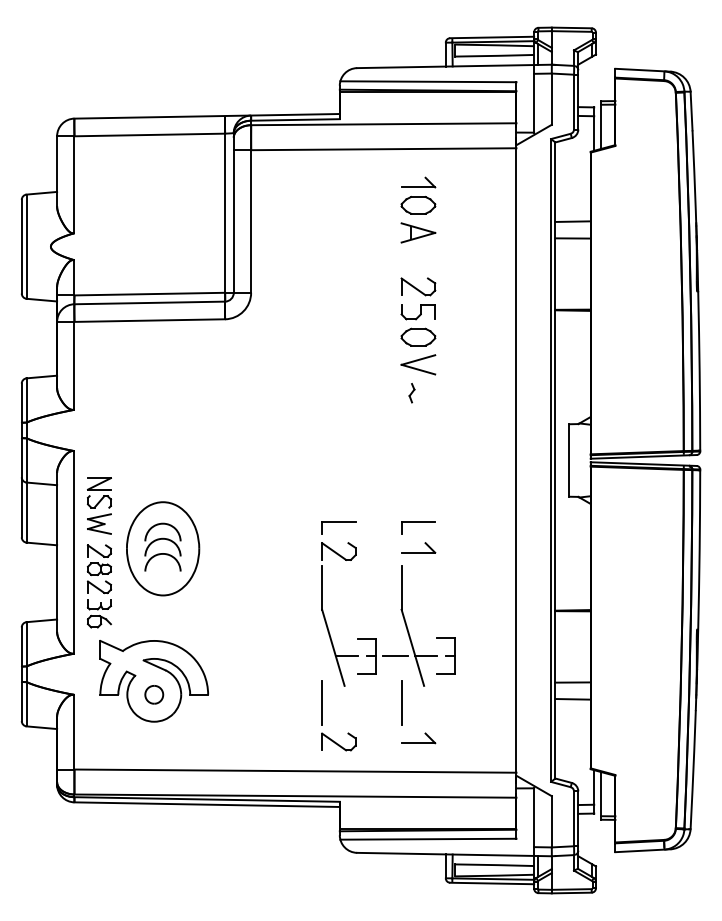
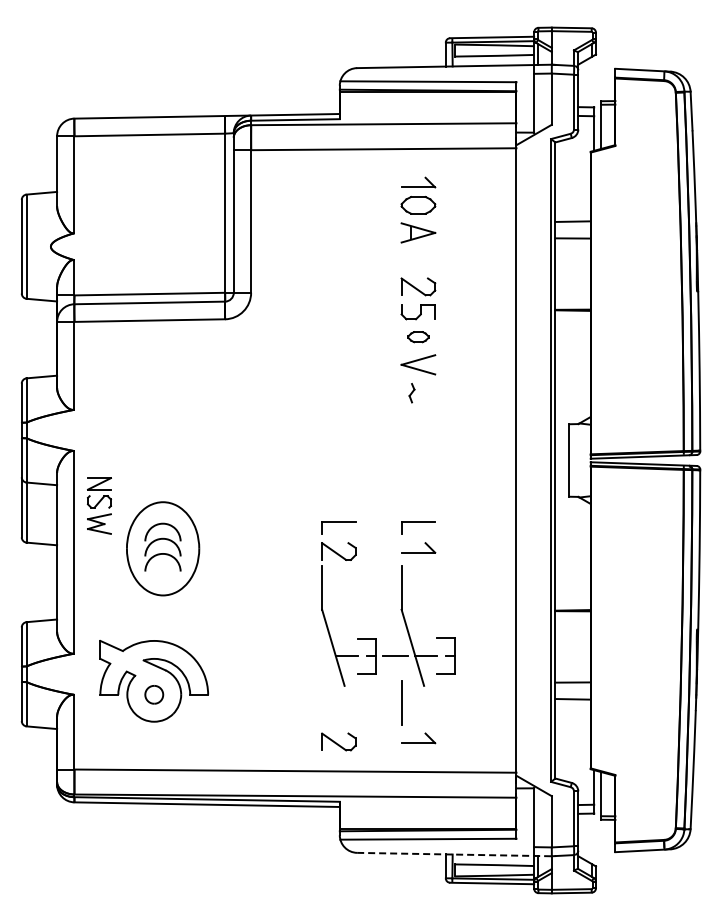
part at (418, 336) size: 37x20 px -> 23x13 px
part at (99, 586): present -> none
line at (322, 702): present -> none
line at (454, 854): solid -> dashed
